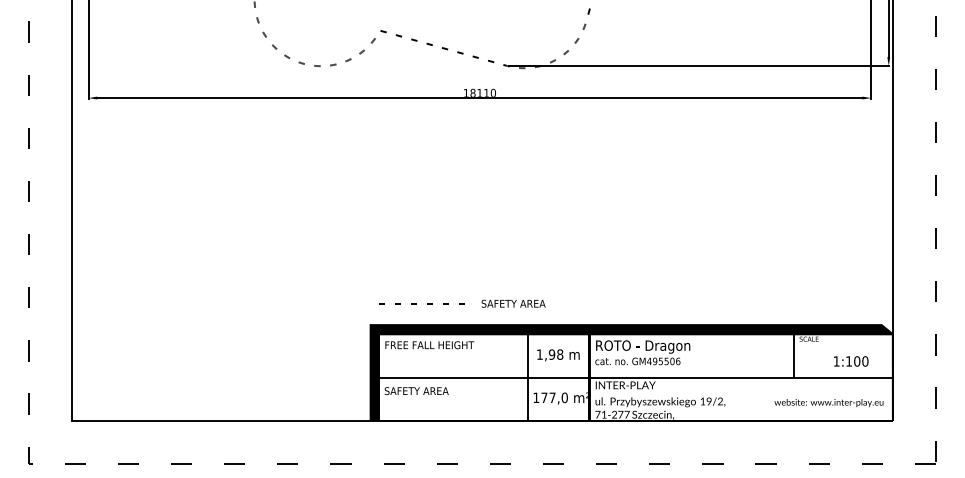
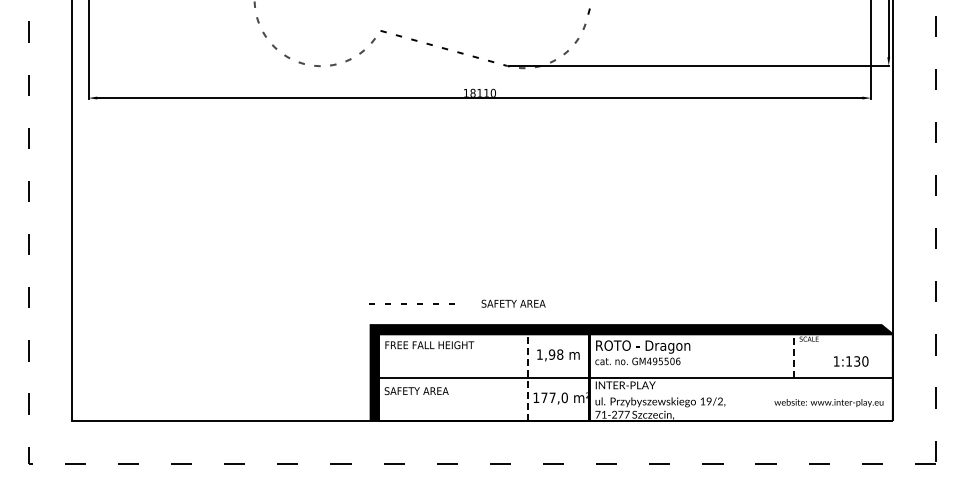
line at (416, 303) position: (416, 303) -> (406, 303)
line at (794, 355): solid -> dashed
text at (857, 361): 1:100 -> 1:130
line at (528, 377): solid -> dashed
